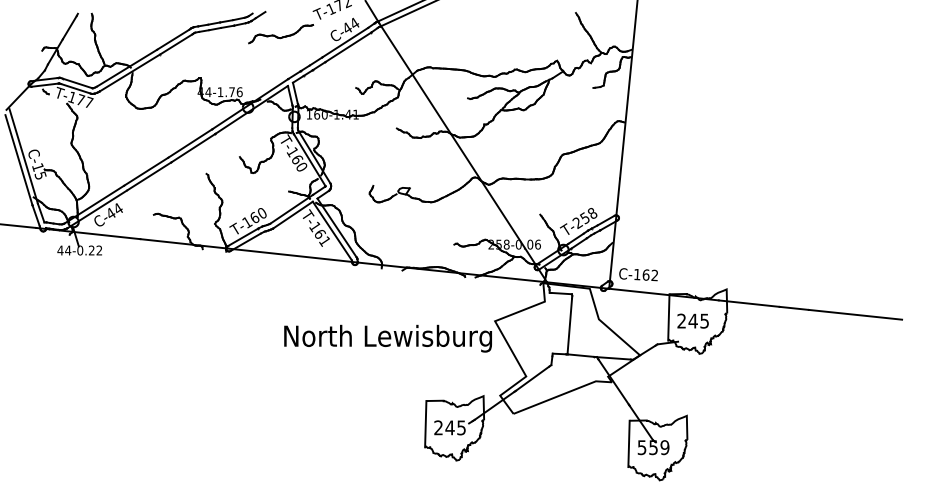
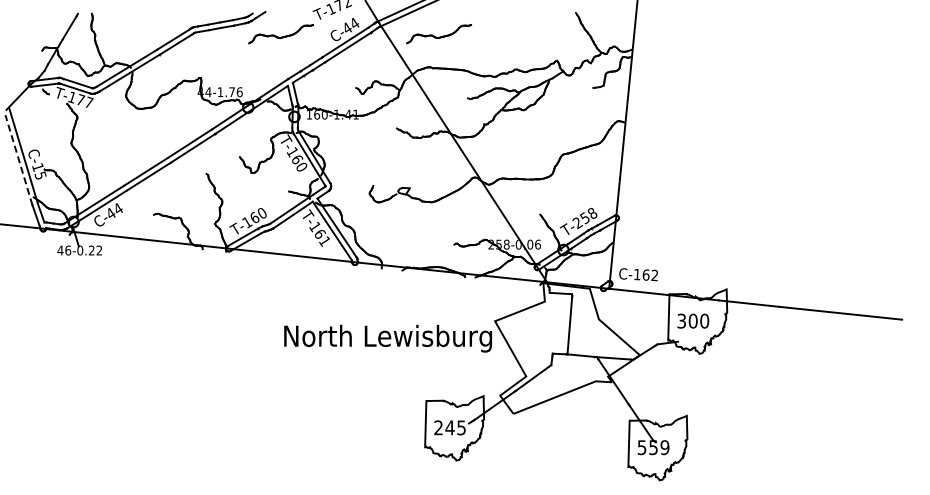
part at (439, 34): none -> present
line at (18, 159): solid -> dashed
text at (68, 250): 44-0.22 -> 46-0.22
text at (693, 320): 245 -> 300
